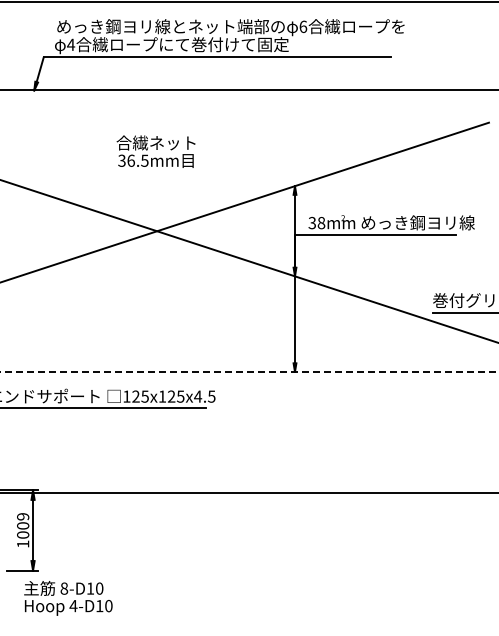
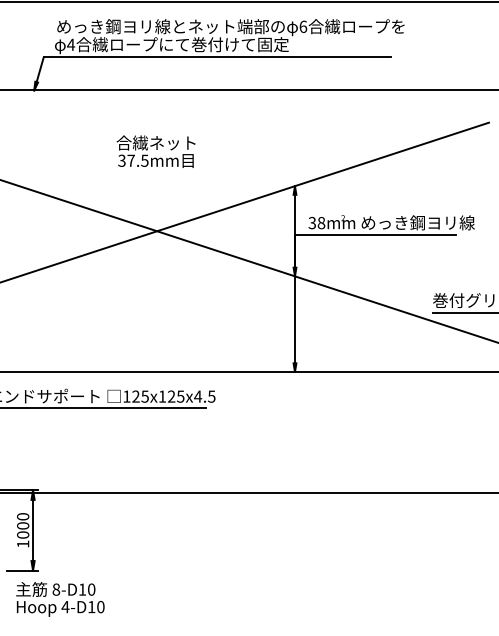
text at (130, 160): 36.5mm -> 37.5mm
line at (249, 372): dashed -> solid
text at (23, 516): 1009 -> 1000
text at (68, 598) position: (68, 598) -> (60, 599)
